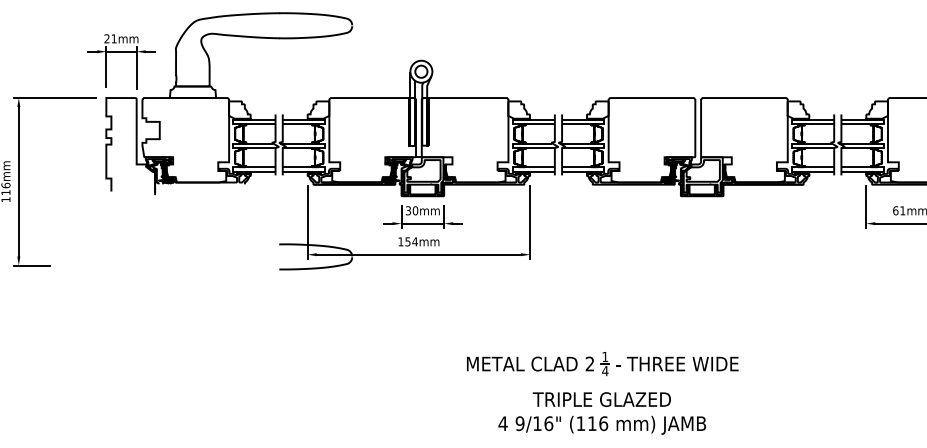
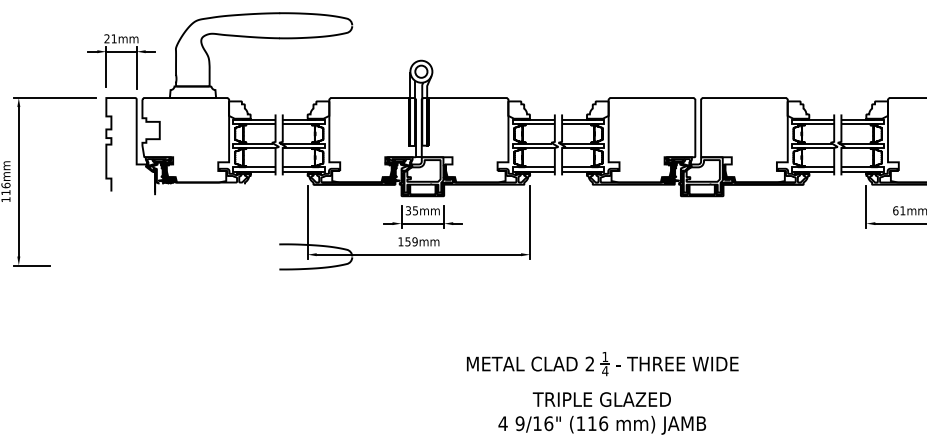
text at (415, 210): 30mm -> 35mm
text at (414, 241): 154mm -> 159mm
